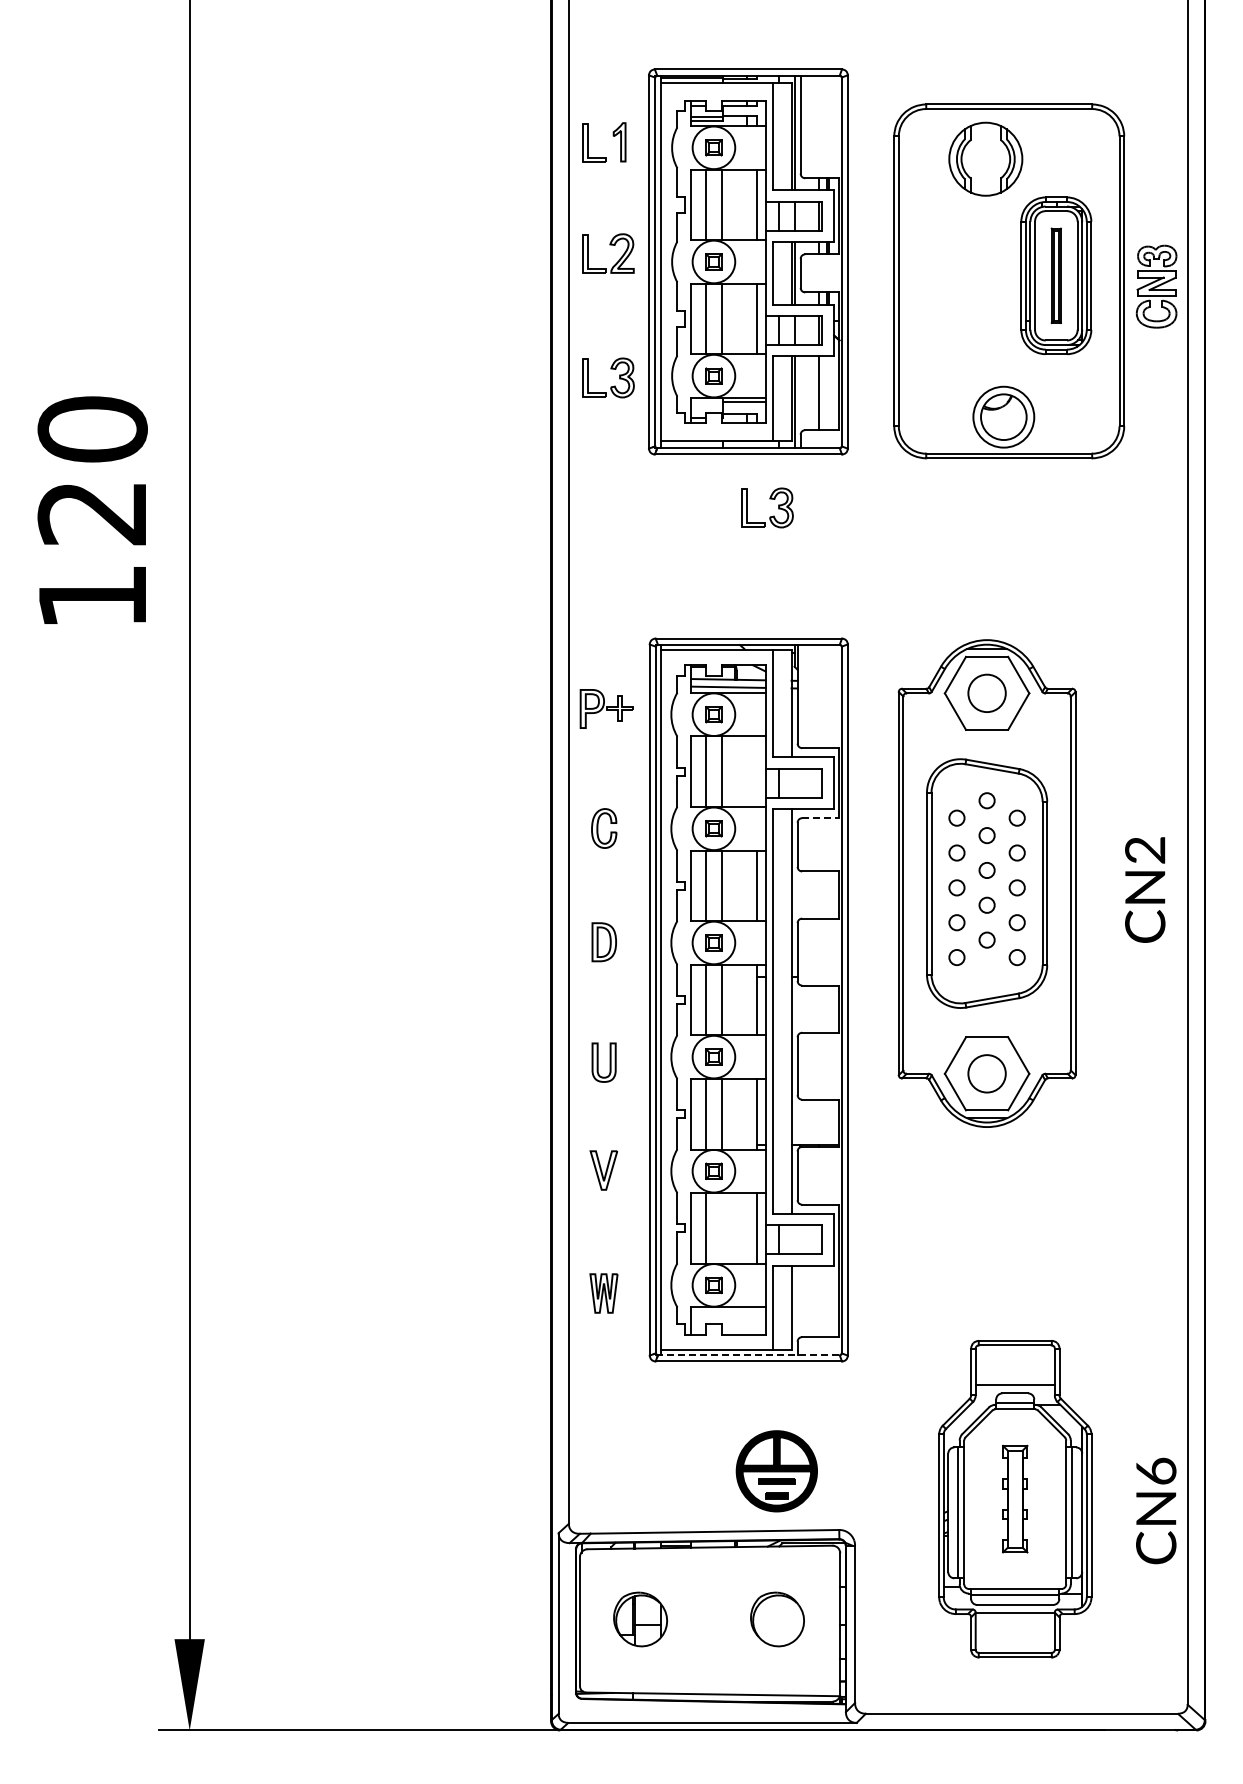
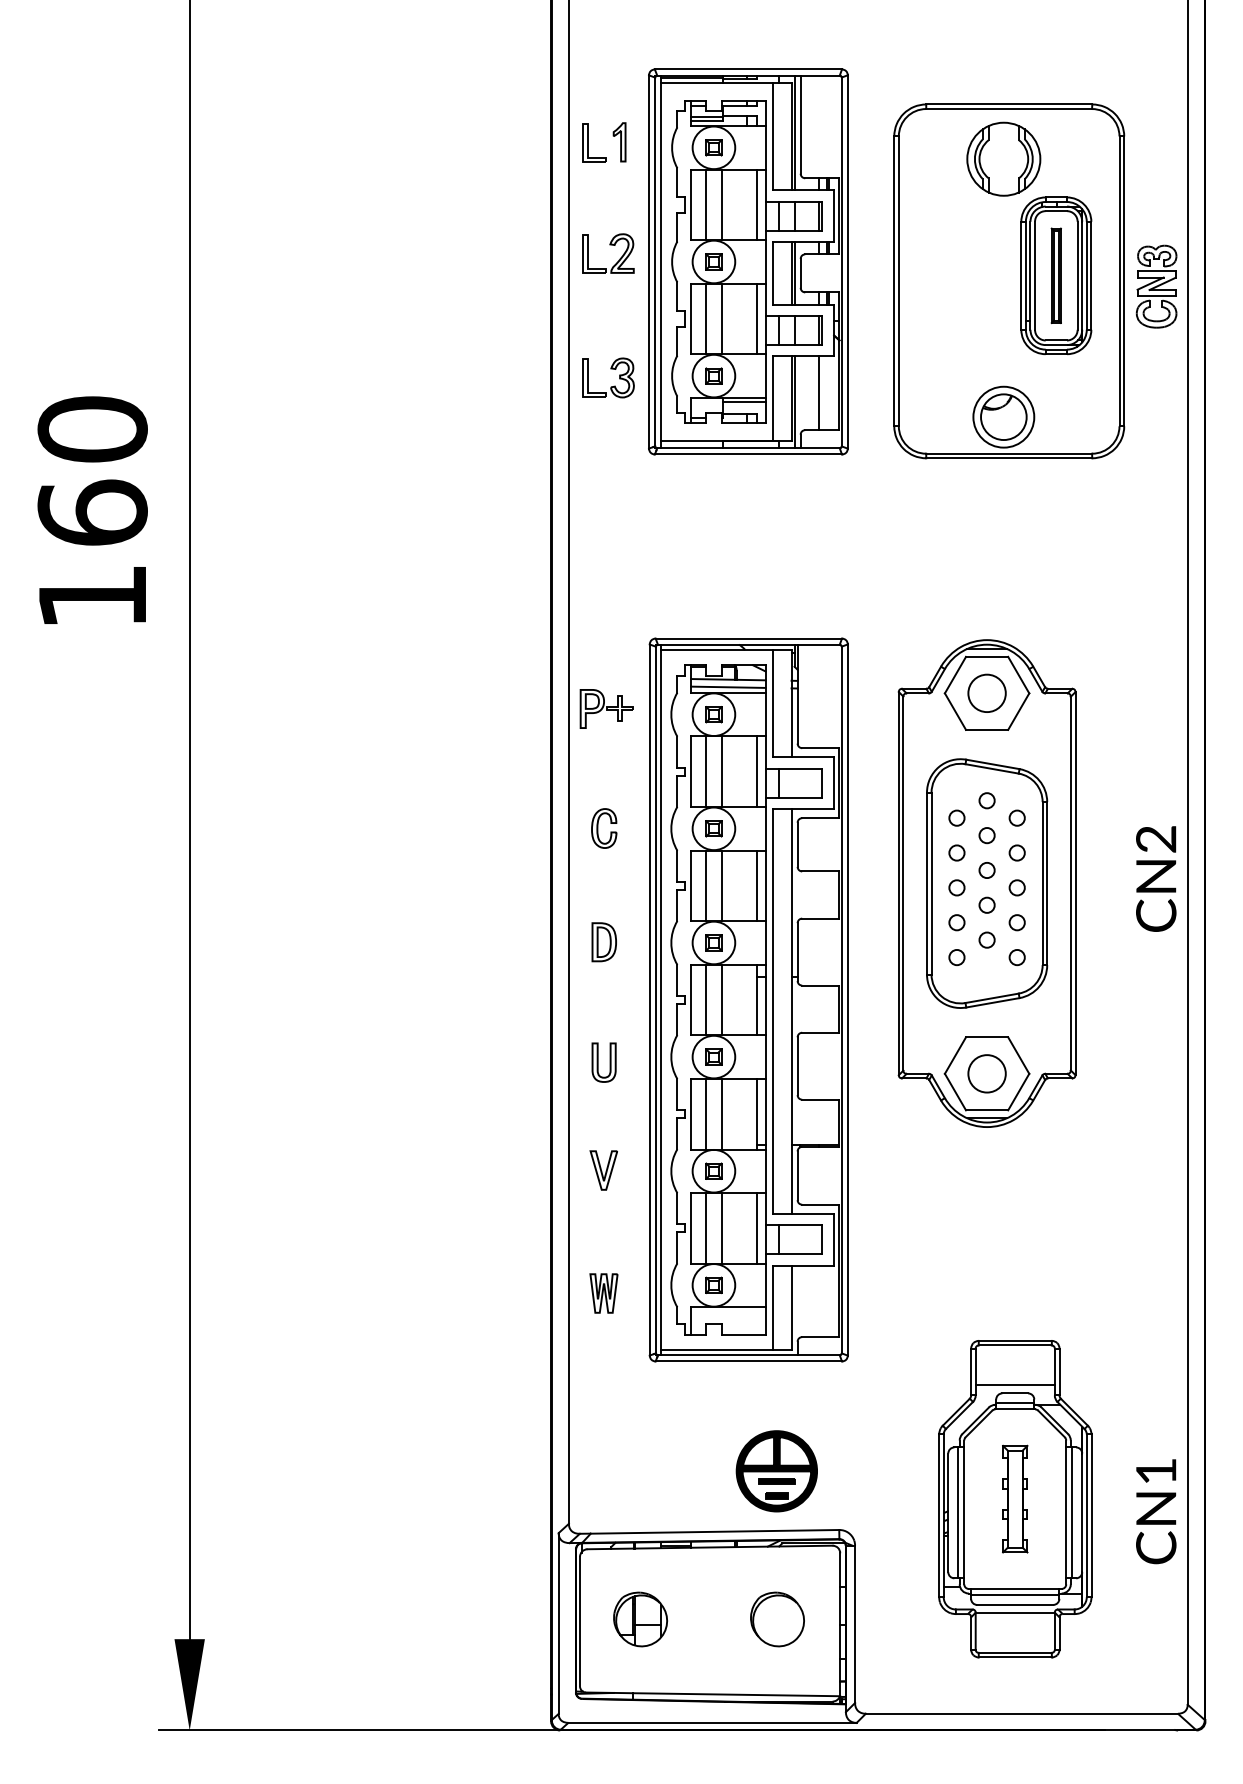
part at (985, 158) position: (985, 158) -> (1003, 158)
part at (769, 499): present -> none
text at (92, 512): 120 -> 160
line at (756, 771): none -> present
line at (820, 818): dashed -> solid
text at (1145, 889) position: (1145, 889) -> (1156, 878)
line at (721, 1227): none -> present
line at (747, 1355): dashed -> solid
text at (1156, 1470): CN6 -> CN1
